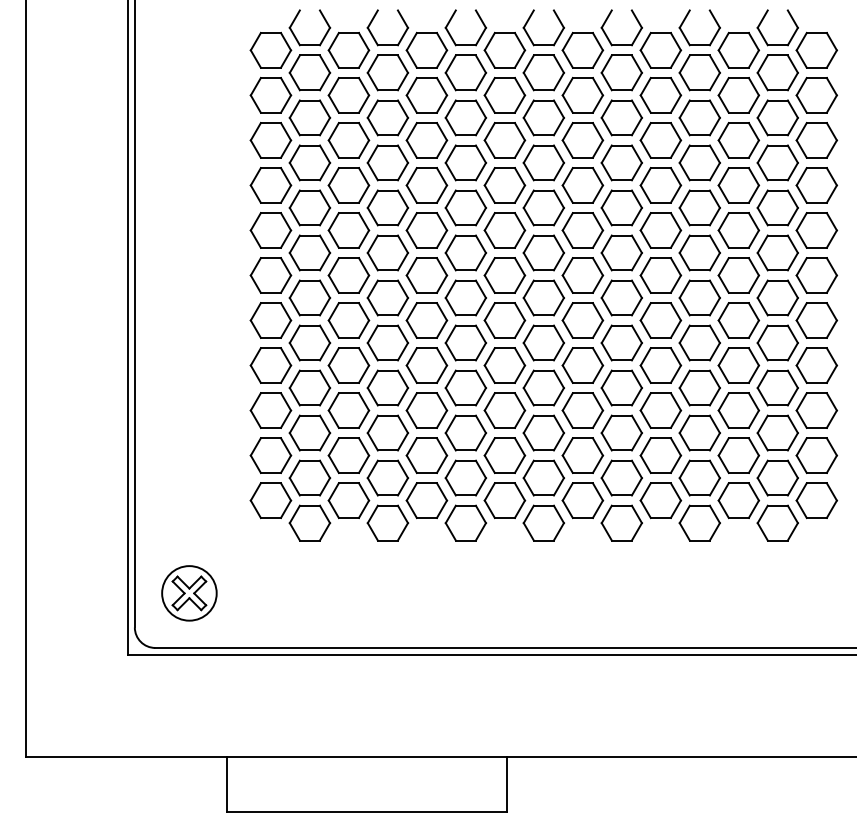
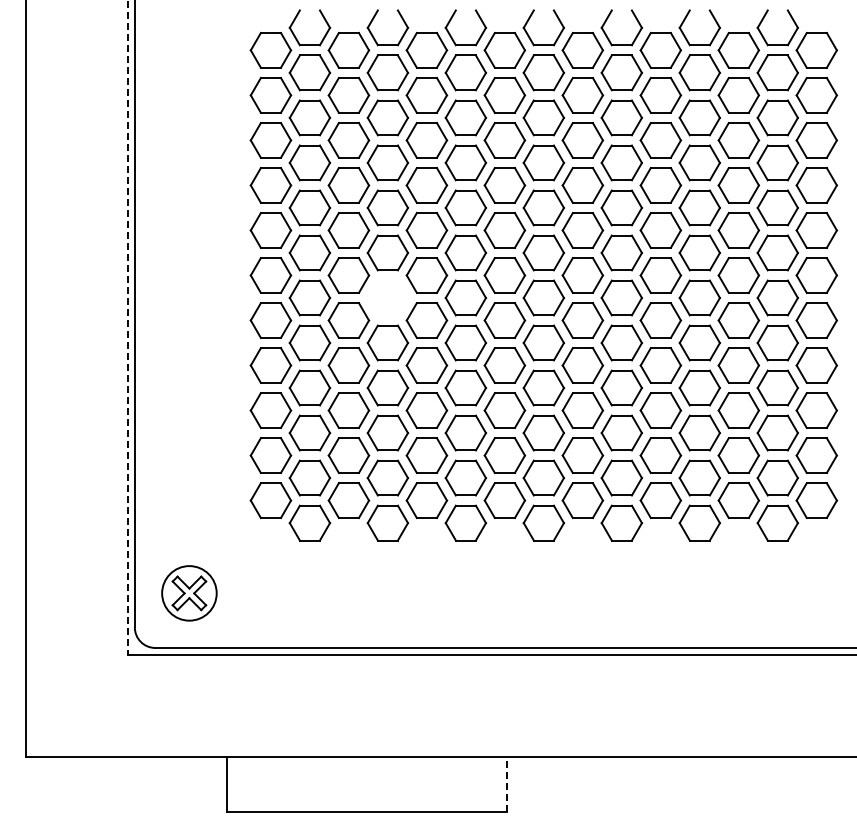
part at (387, 297): present -> none
line at (128, 327): solid -> dashed
line at (506, 783): solid -> dashed
